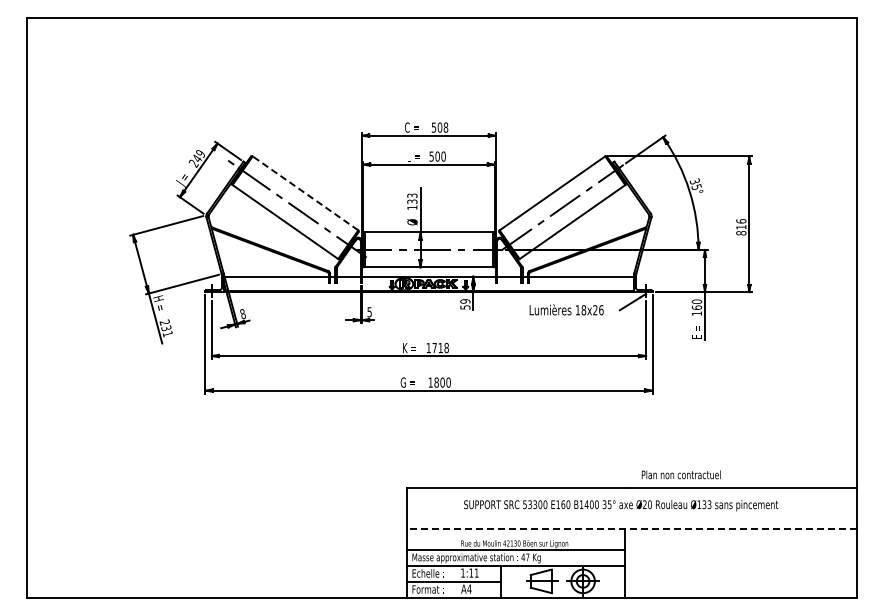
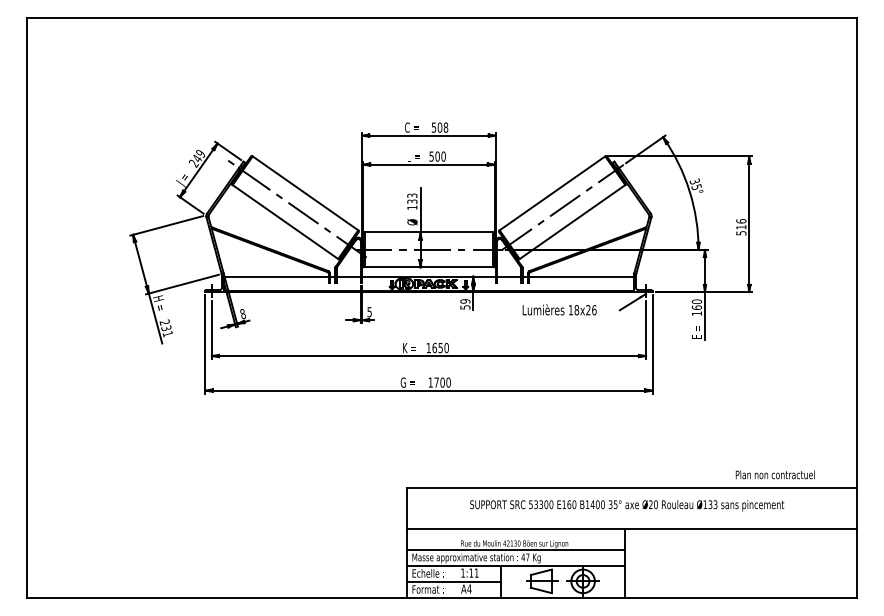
line at (305, 193): dashed -> solid
text at (741, 233): 816 -> 516
text at (566, 309) position: (566, 309) -> (559, 309)
text at (440, 347): 1718 -> 1650
text at (436, 382): 1800 -> 1700
text at (680, 474) position: (680, 474) -> (774, 474)
text at (621, 505) position: (621, 505) -> (627, 505)
line at (631, 528): dashed -> solid
